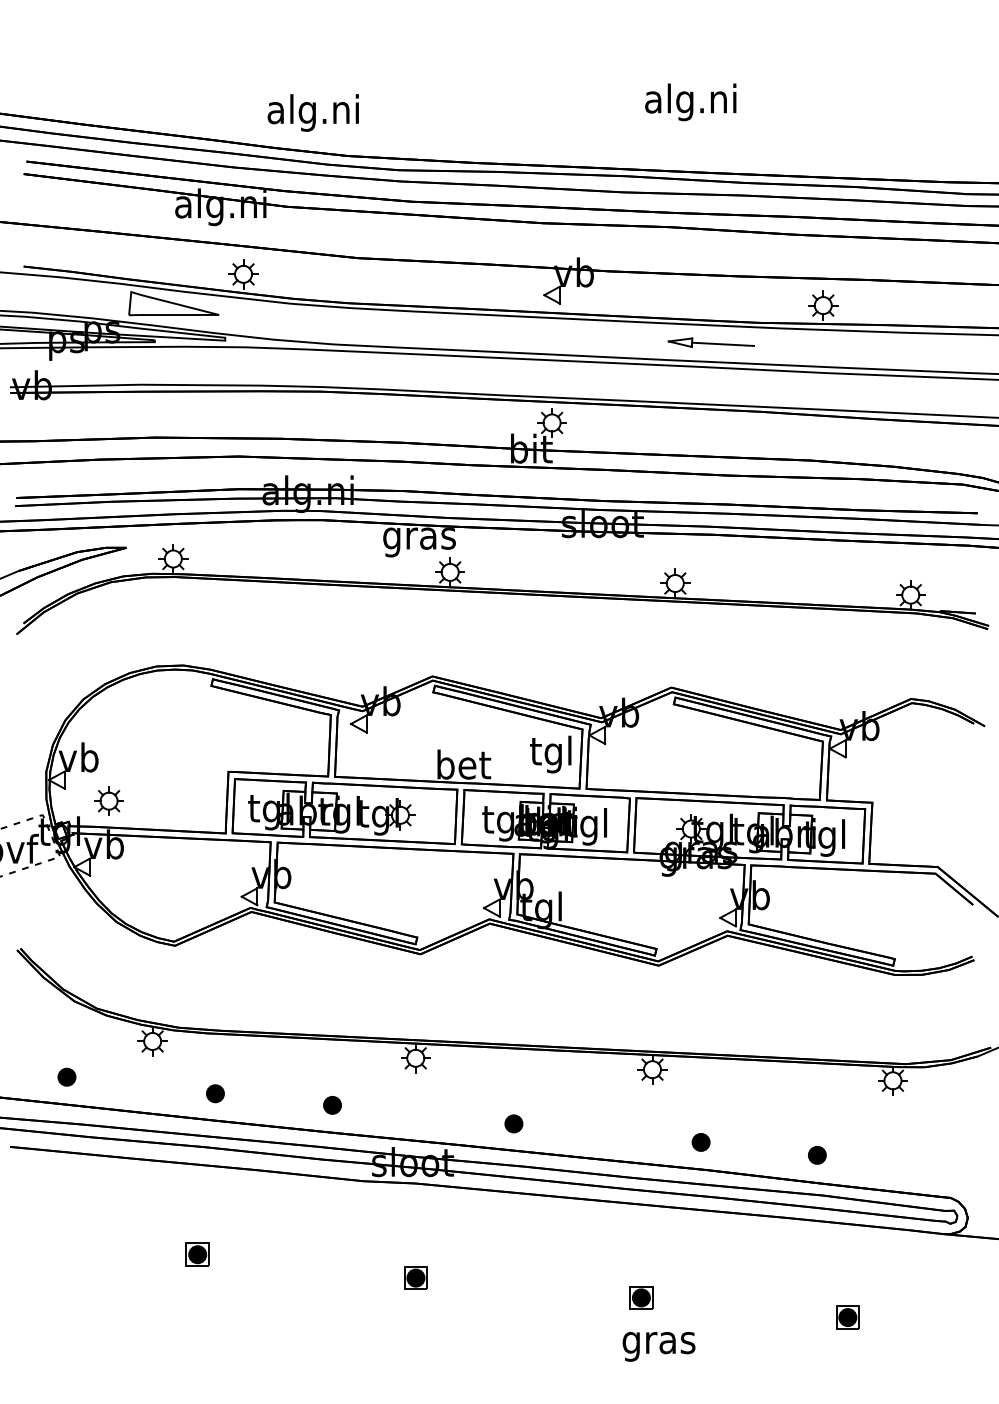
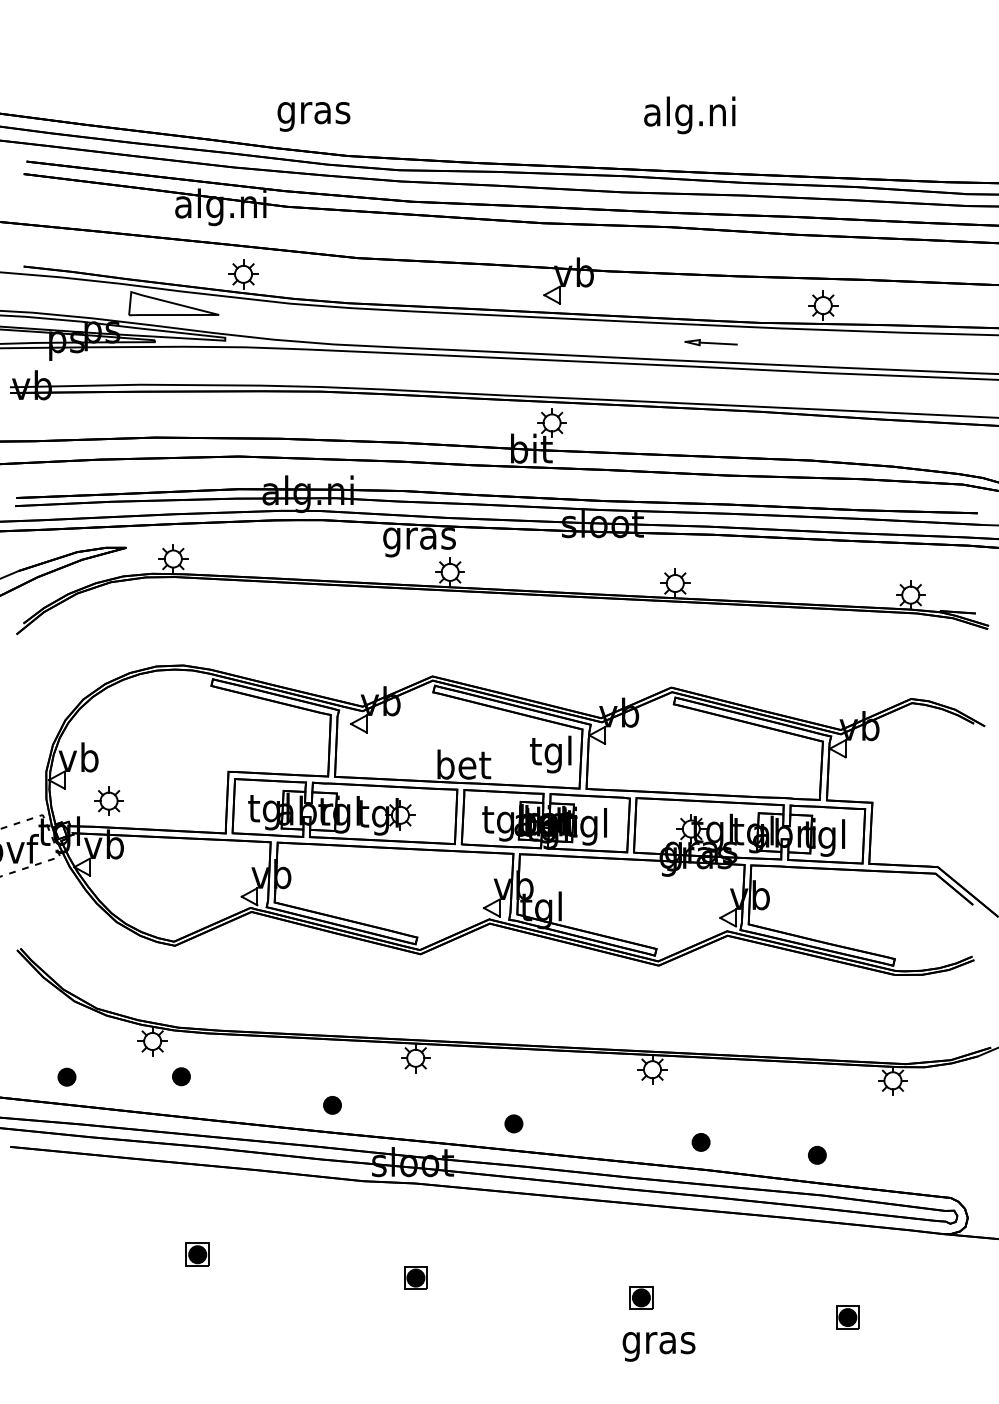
text at (690, 102) position: (690, 102) -> (689, 115)
text at (312, 112): alg.ni -> gras
part at (710, 342) size: 88x11 px -> 54x8 px
part at (215, 1093) position: (215, 1093) -> (181, 1076)
